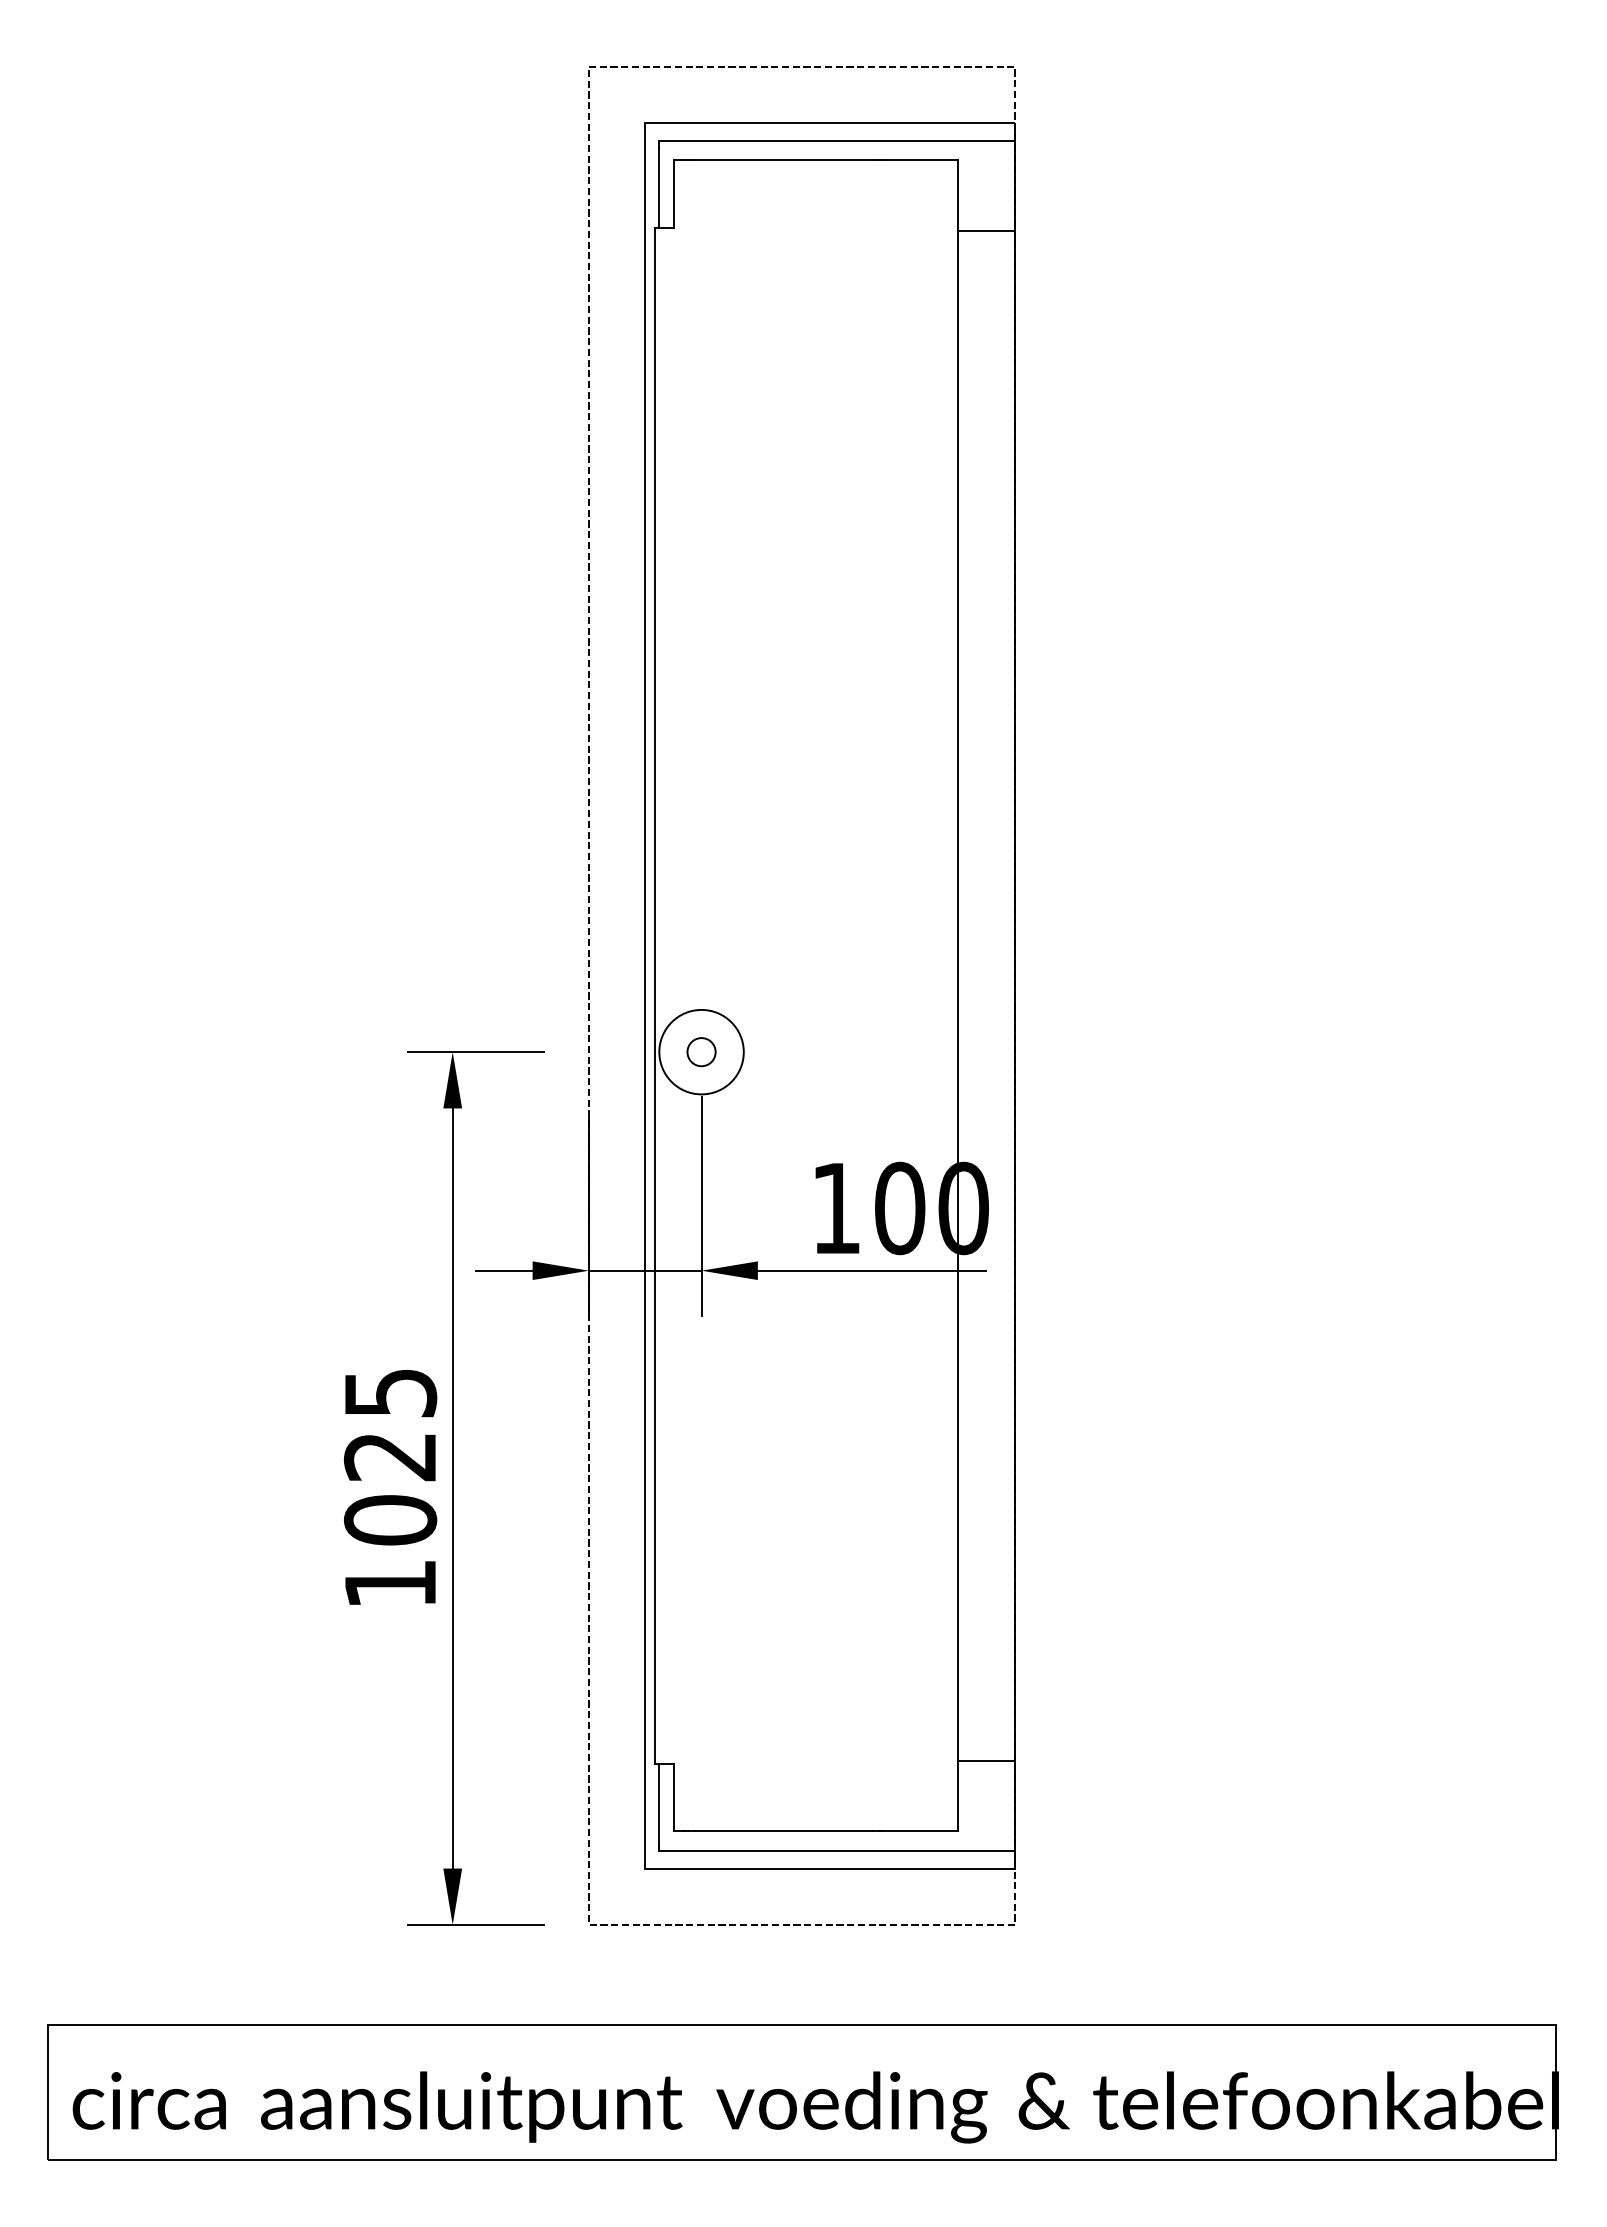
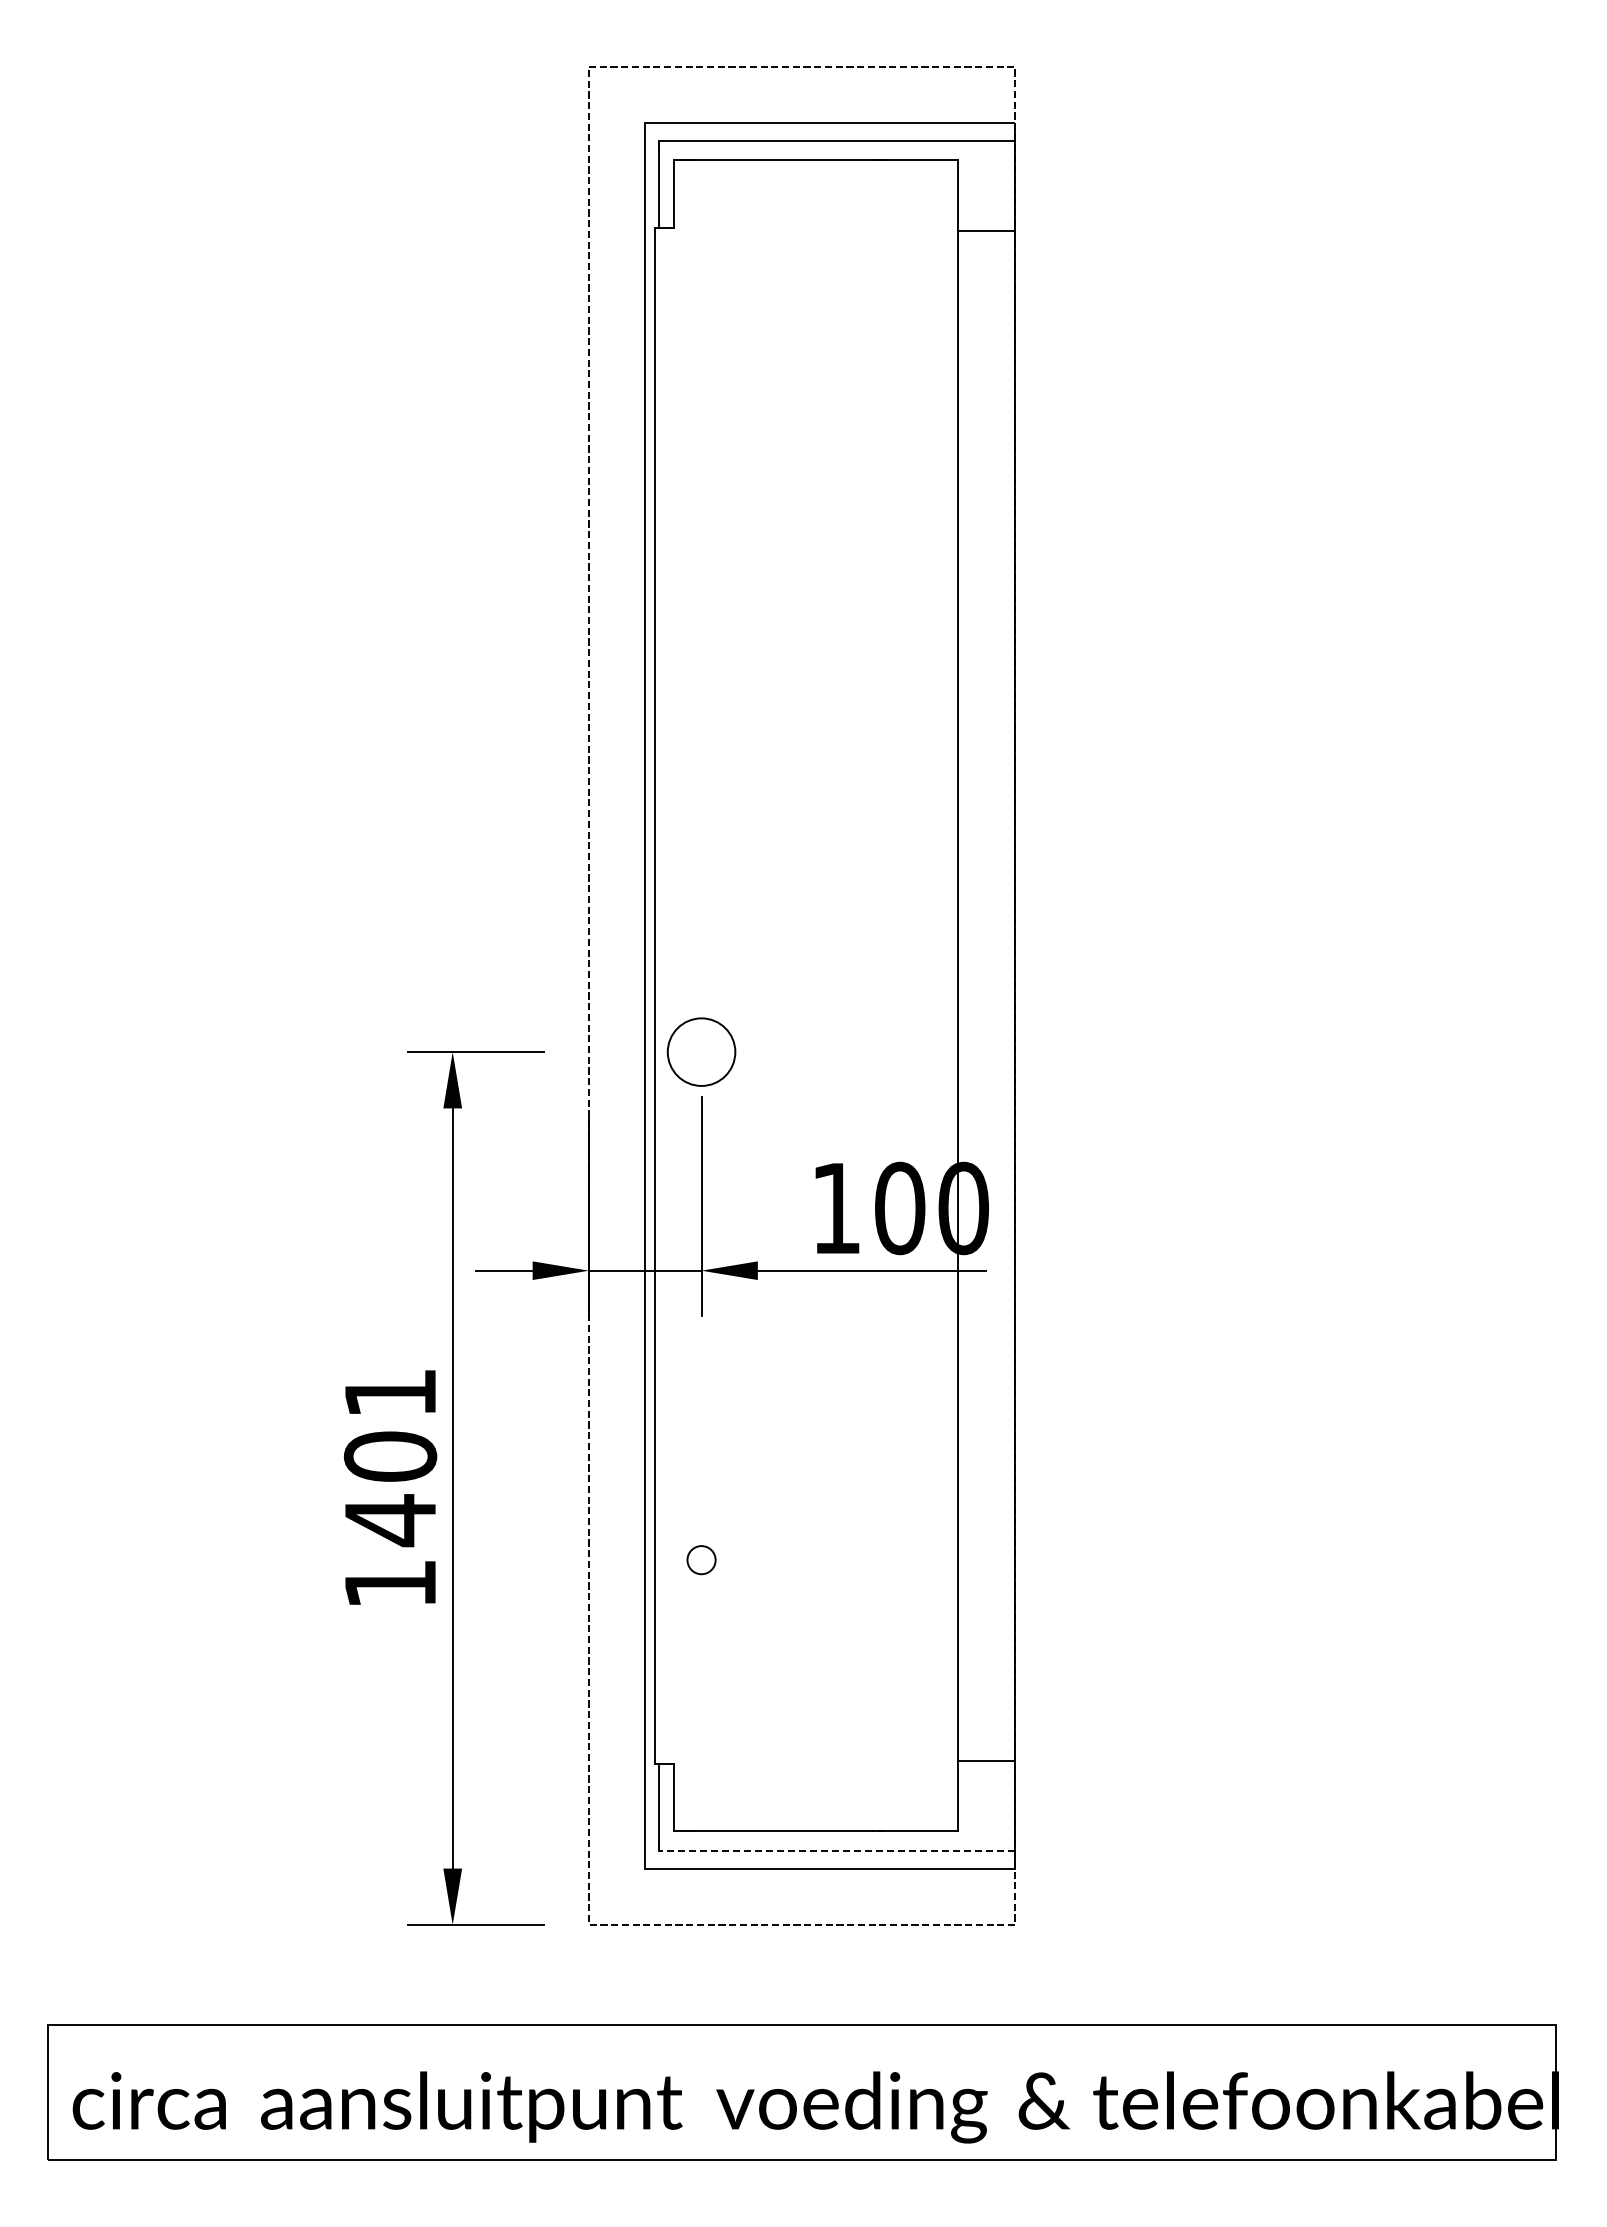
circle at (701, 1051) diameter: 84 px -> 68 px
circle at (701, 1052) position: (701, 1052) -> (701, 1560)
text at (390, 1458): 1025 -> 1401
line at (836, 1850): solid -> dashed
